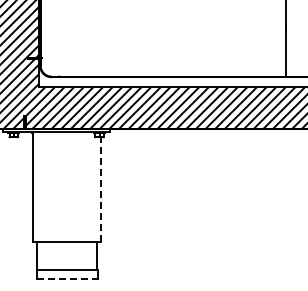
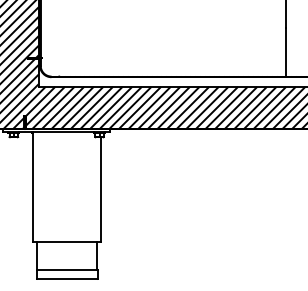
line at (101, 188): dashed -> solid
line at (67, 279): dashed -> solid
